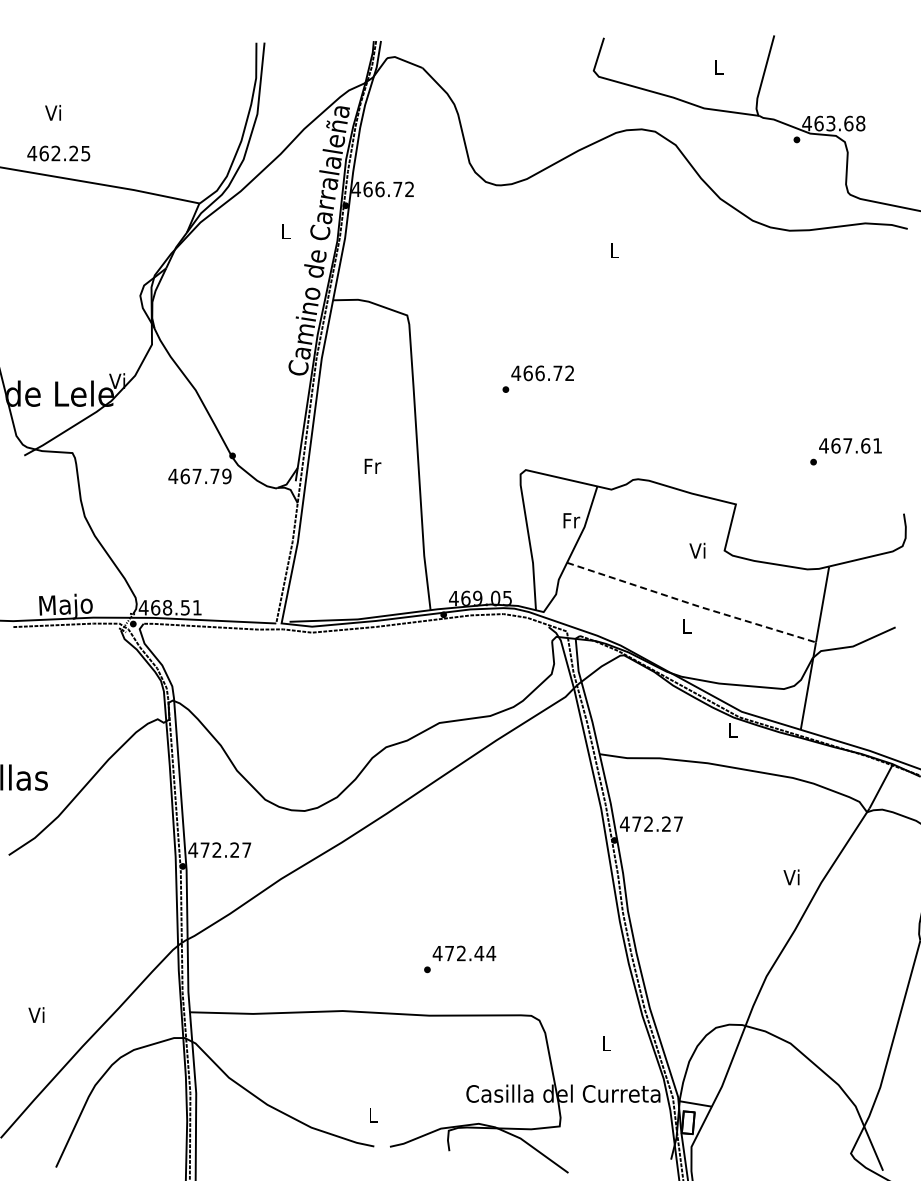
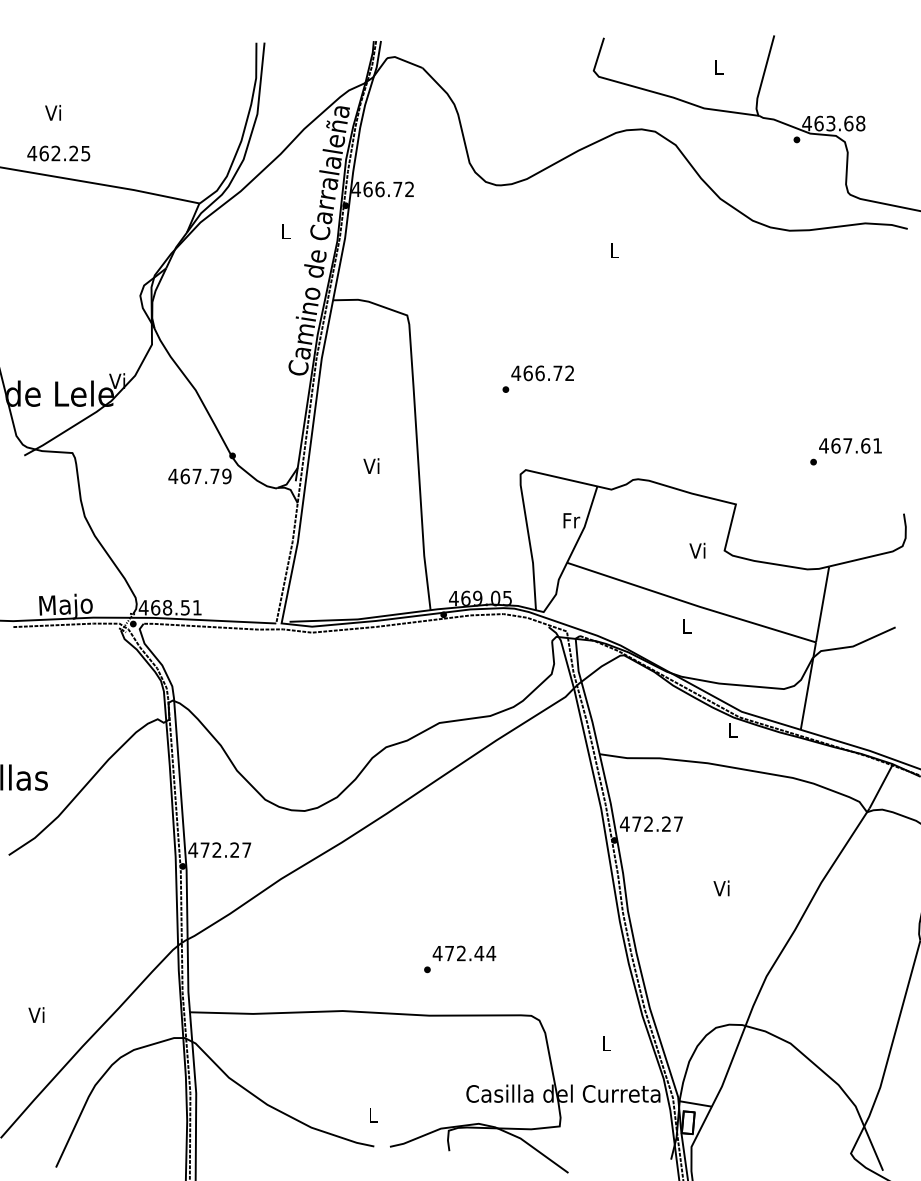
text at (372, 465): Fr -> Vi
line at (692, 604): dashed -> solid
text at (791, 877) position: (791, 877) -> (721, 888)
